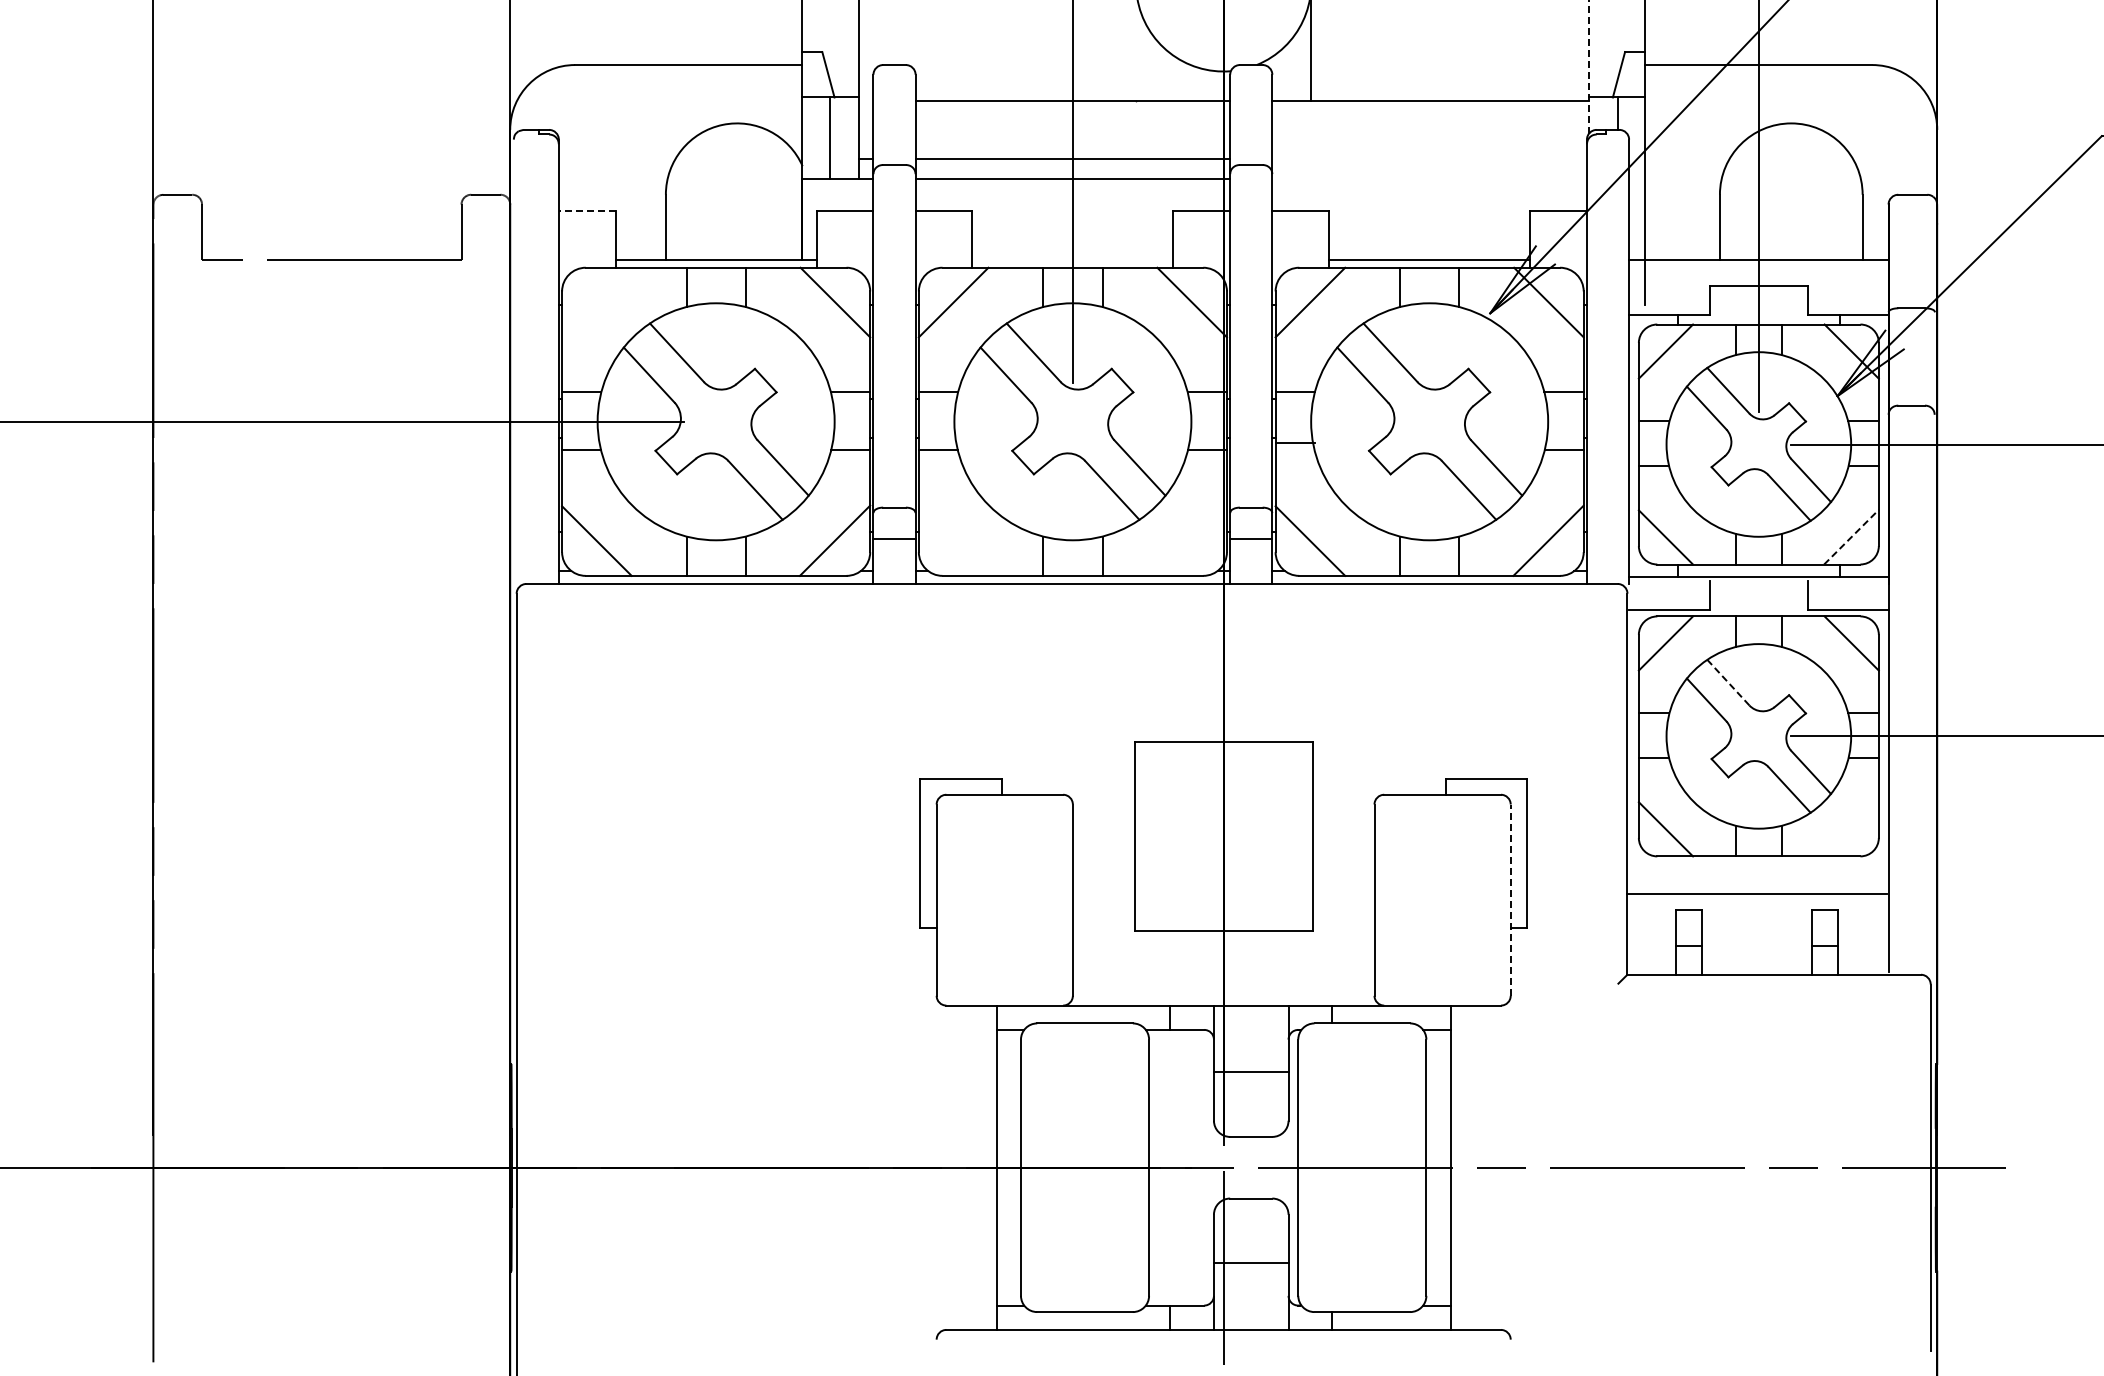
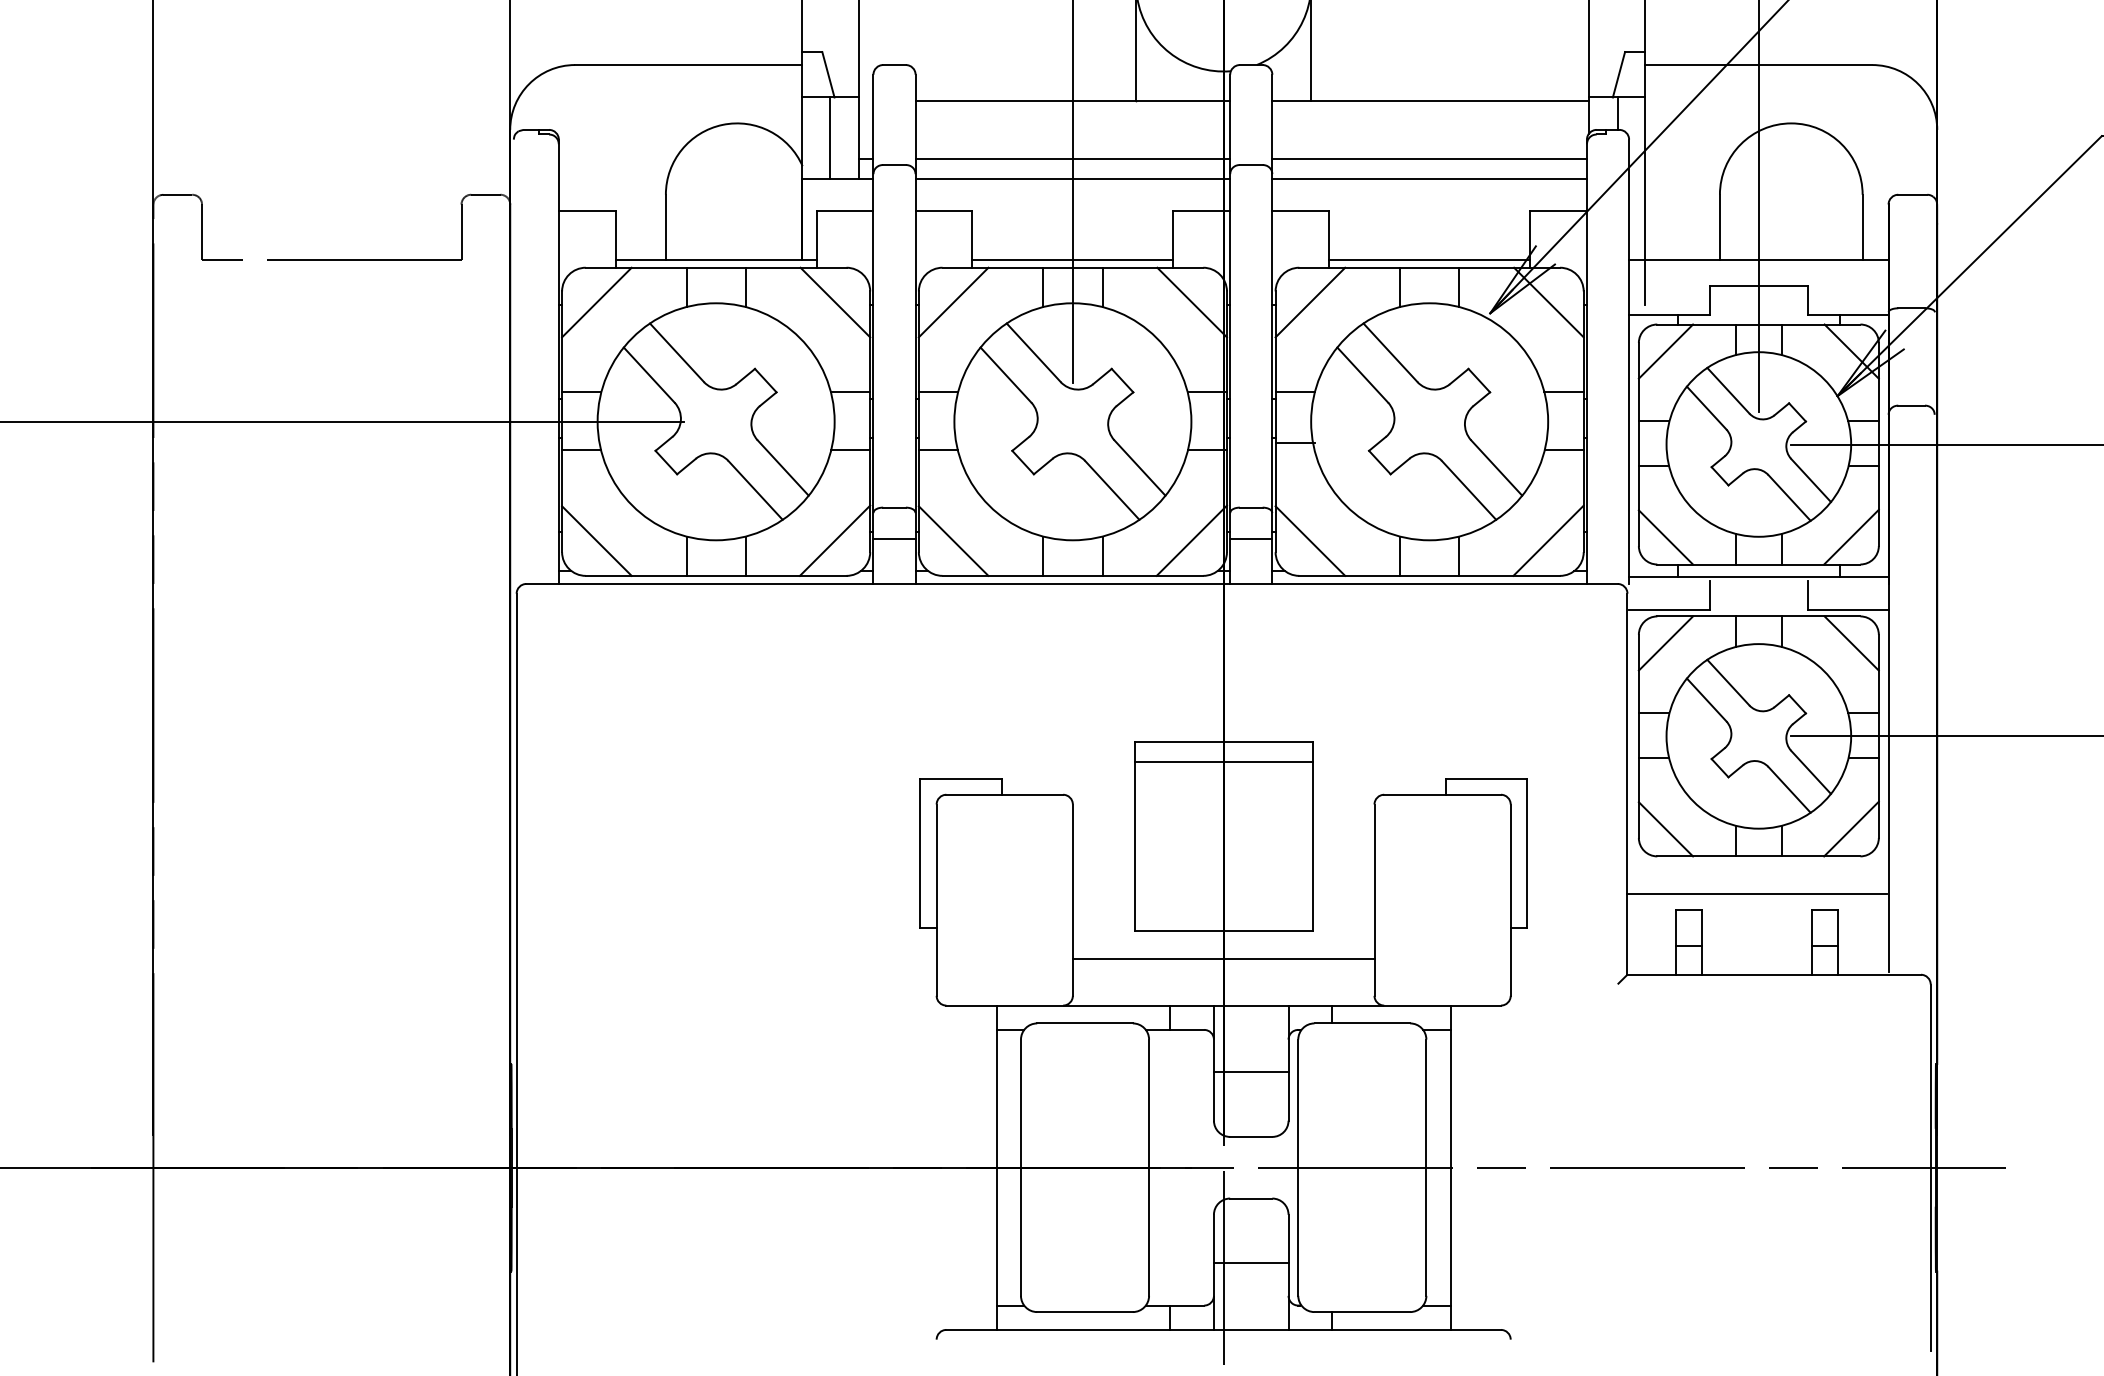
line at (1136, 51): none -> present
line at (1588, 67): dashed -> solid
line at (1429, 159): none -> present
line at (1429, 178): none -> present
line at (586, 210): dashed -> solid
line at (1072, 259): none -> present
line at (596, 302): none -> present
line at (1851, 537): dashed -> solid
line at (953, 540): none -> present
line at (1191, 540): none -> present
line at (1728, 682): dashed -> solid
line at (1223, 762): none -> present
line at (1851, 828): none -> present
line at (1510, 900): dashed -> solid
line at (1223, 959): none -> present
